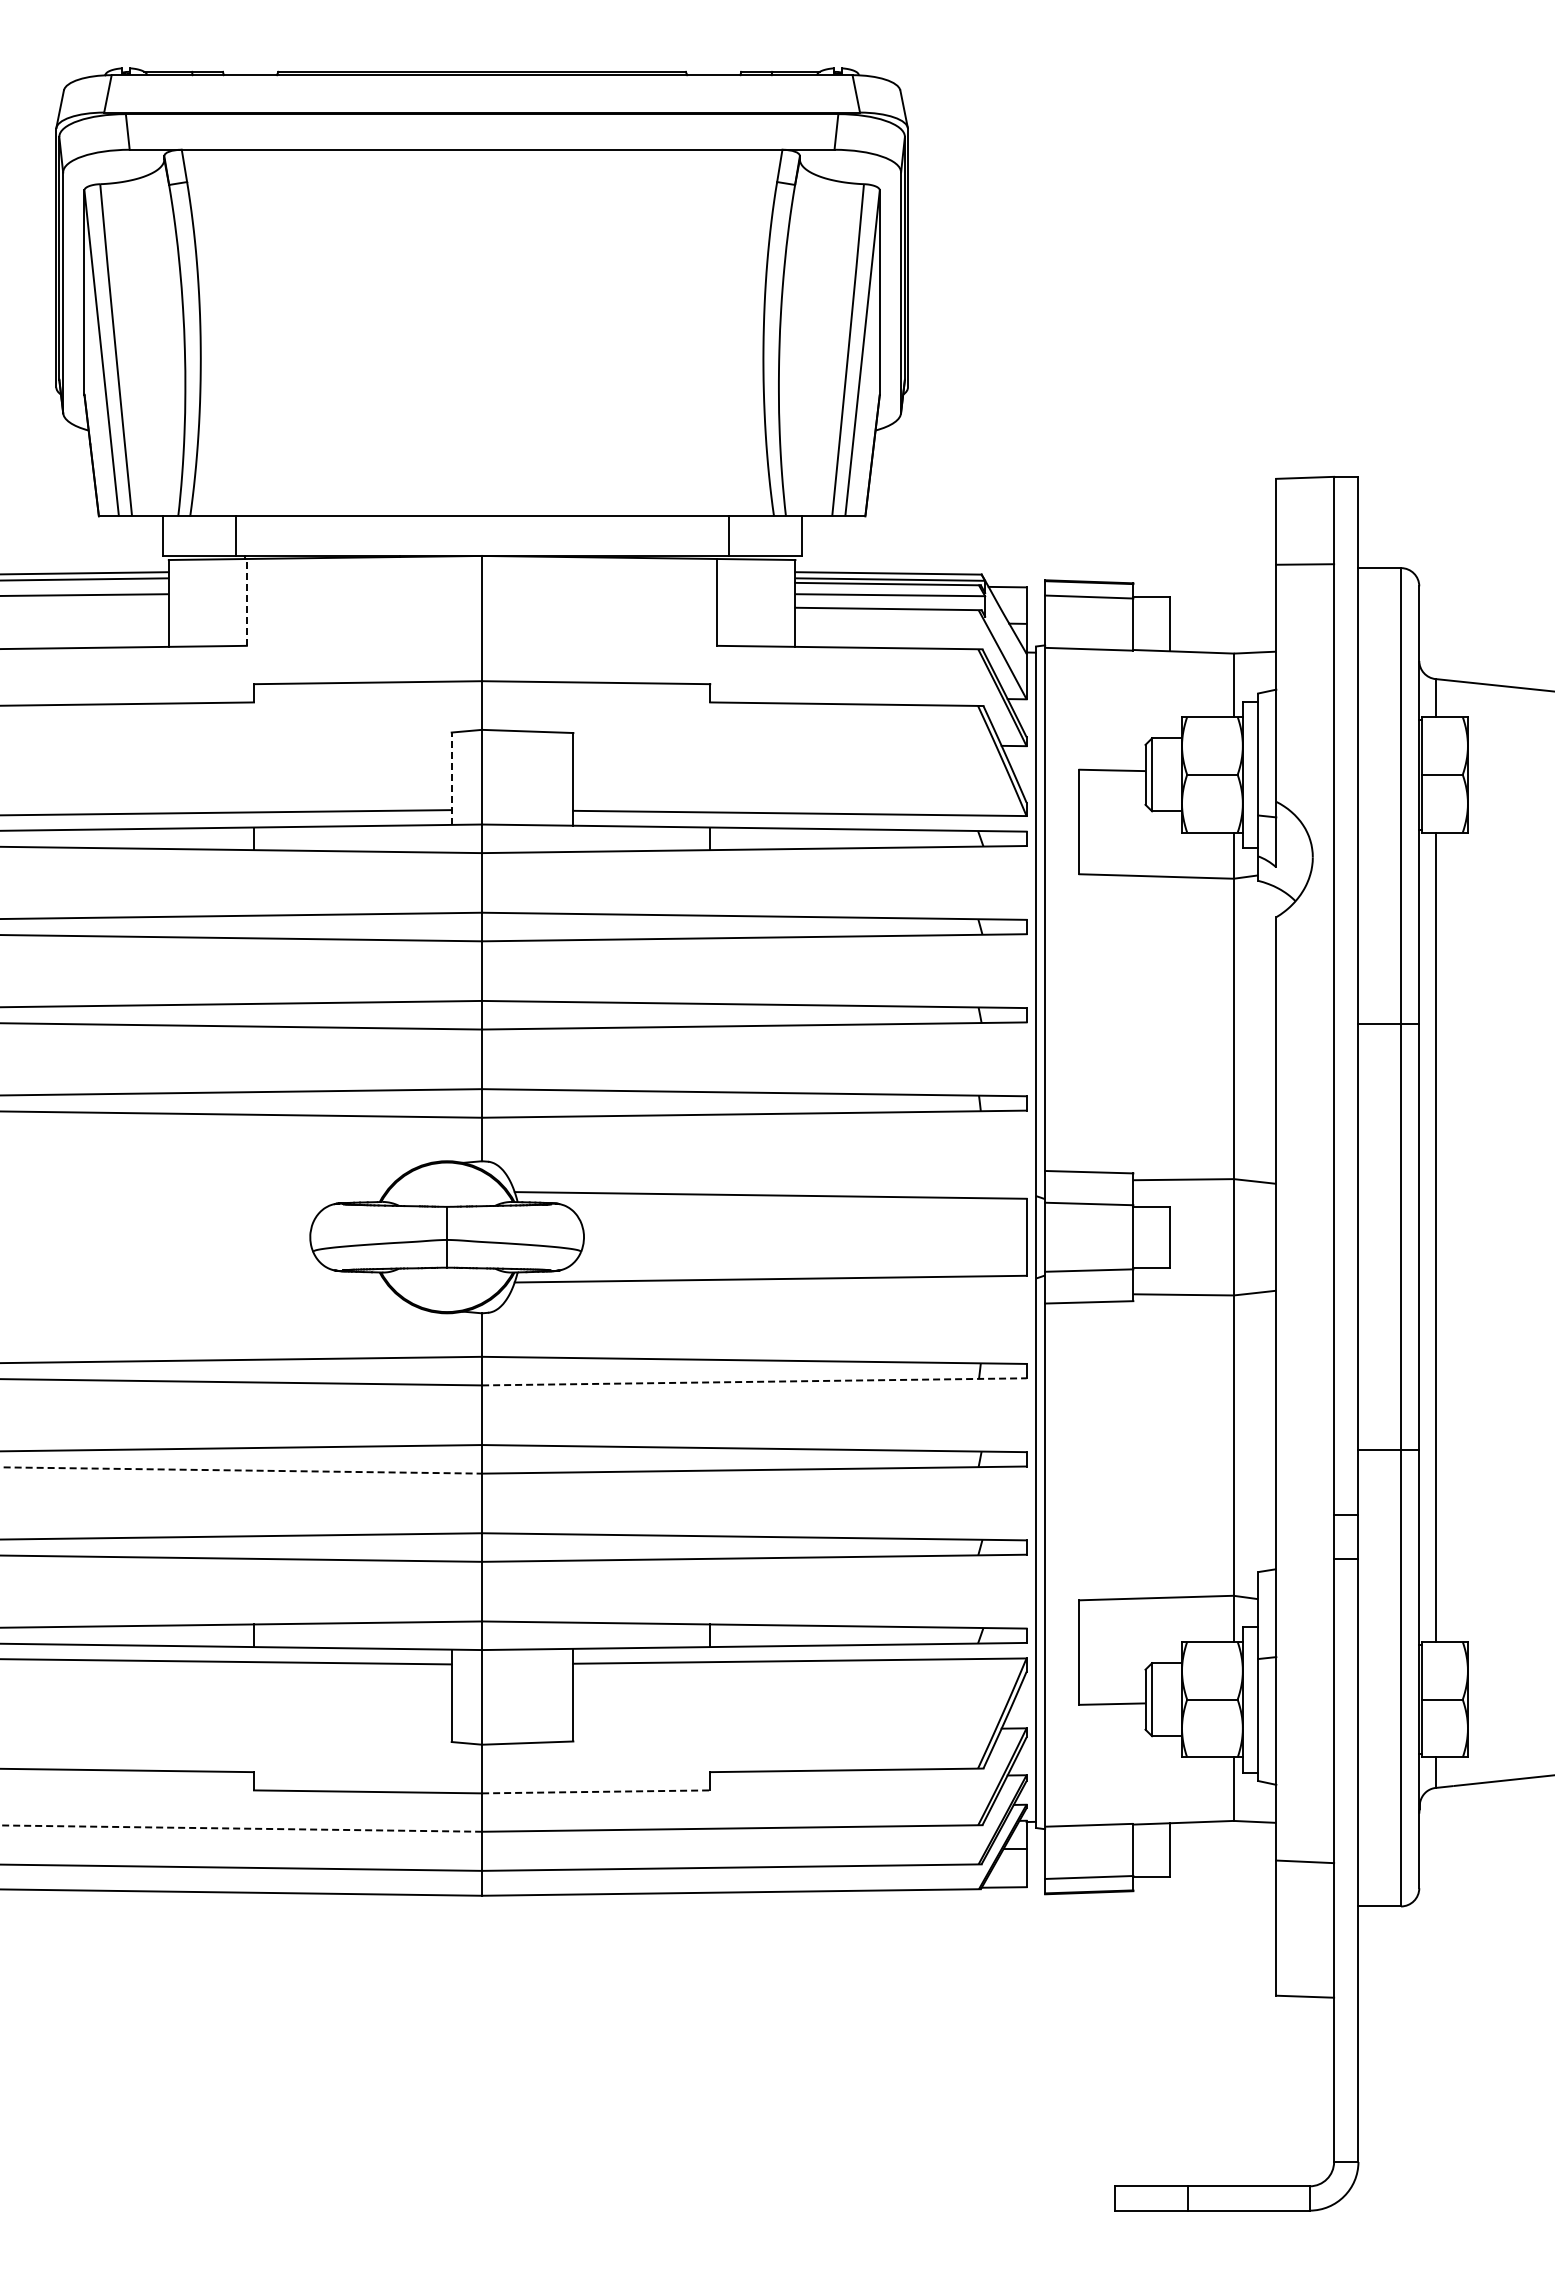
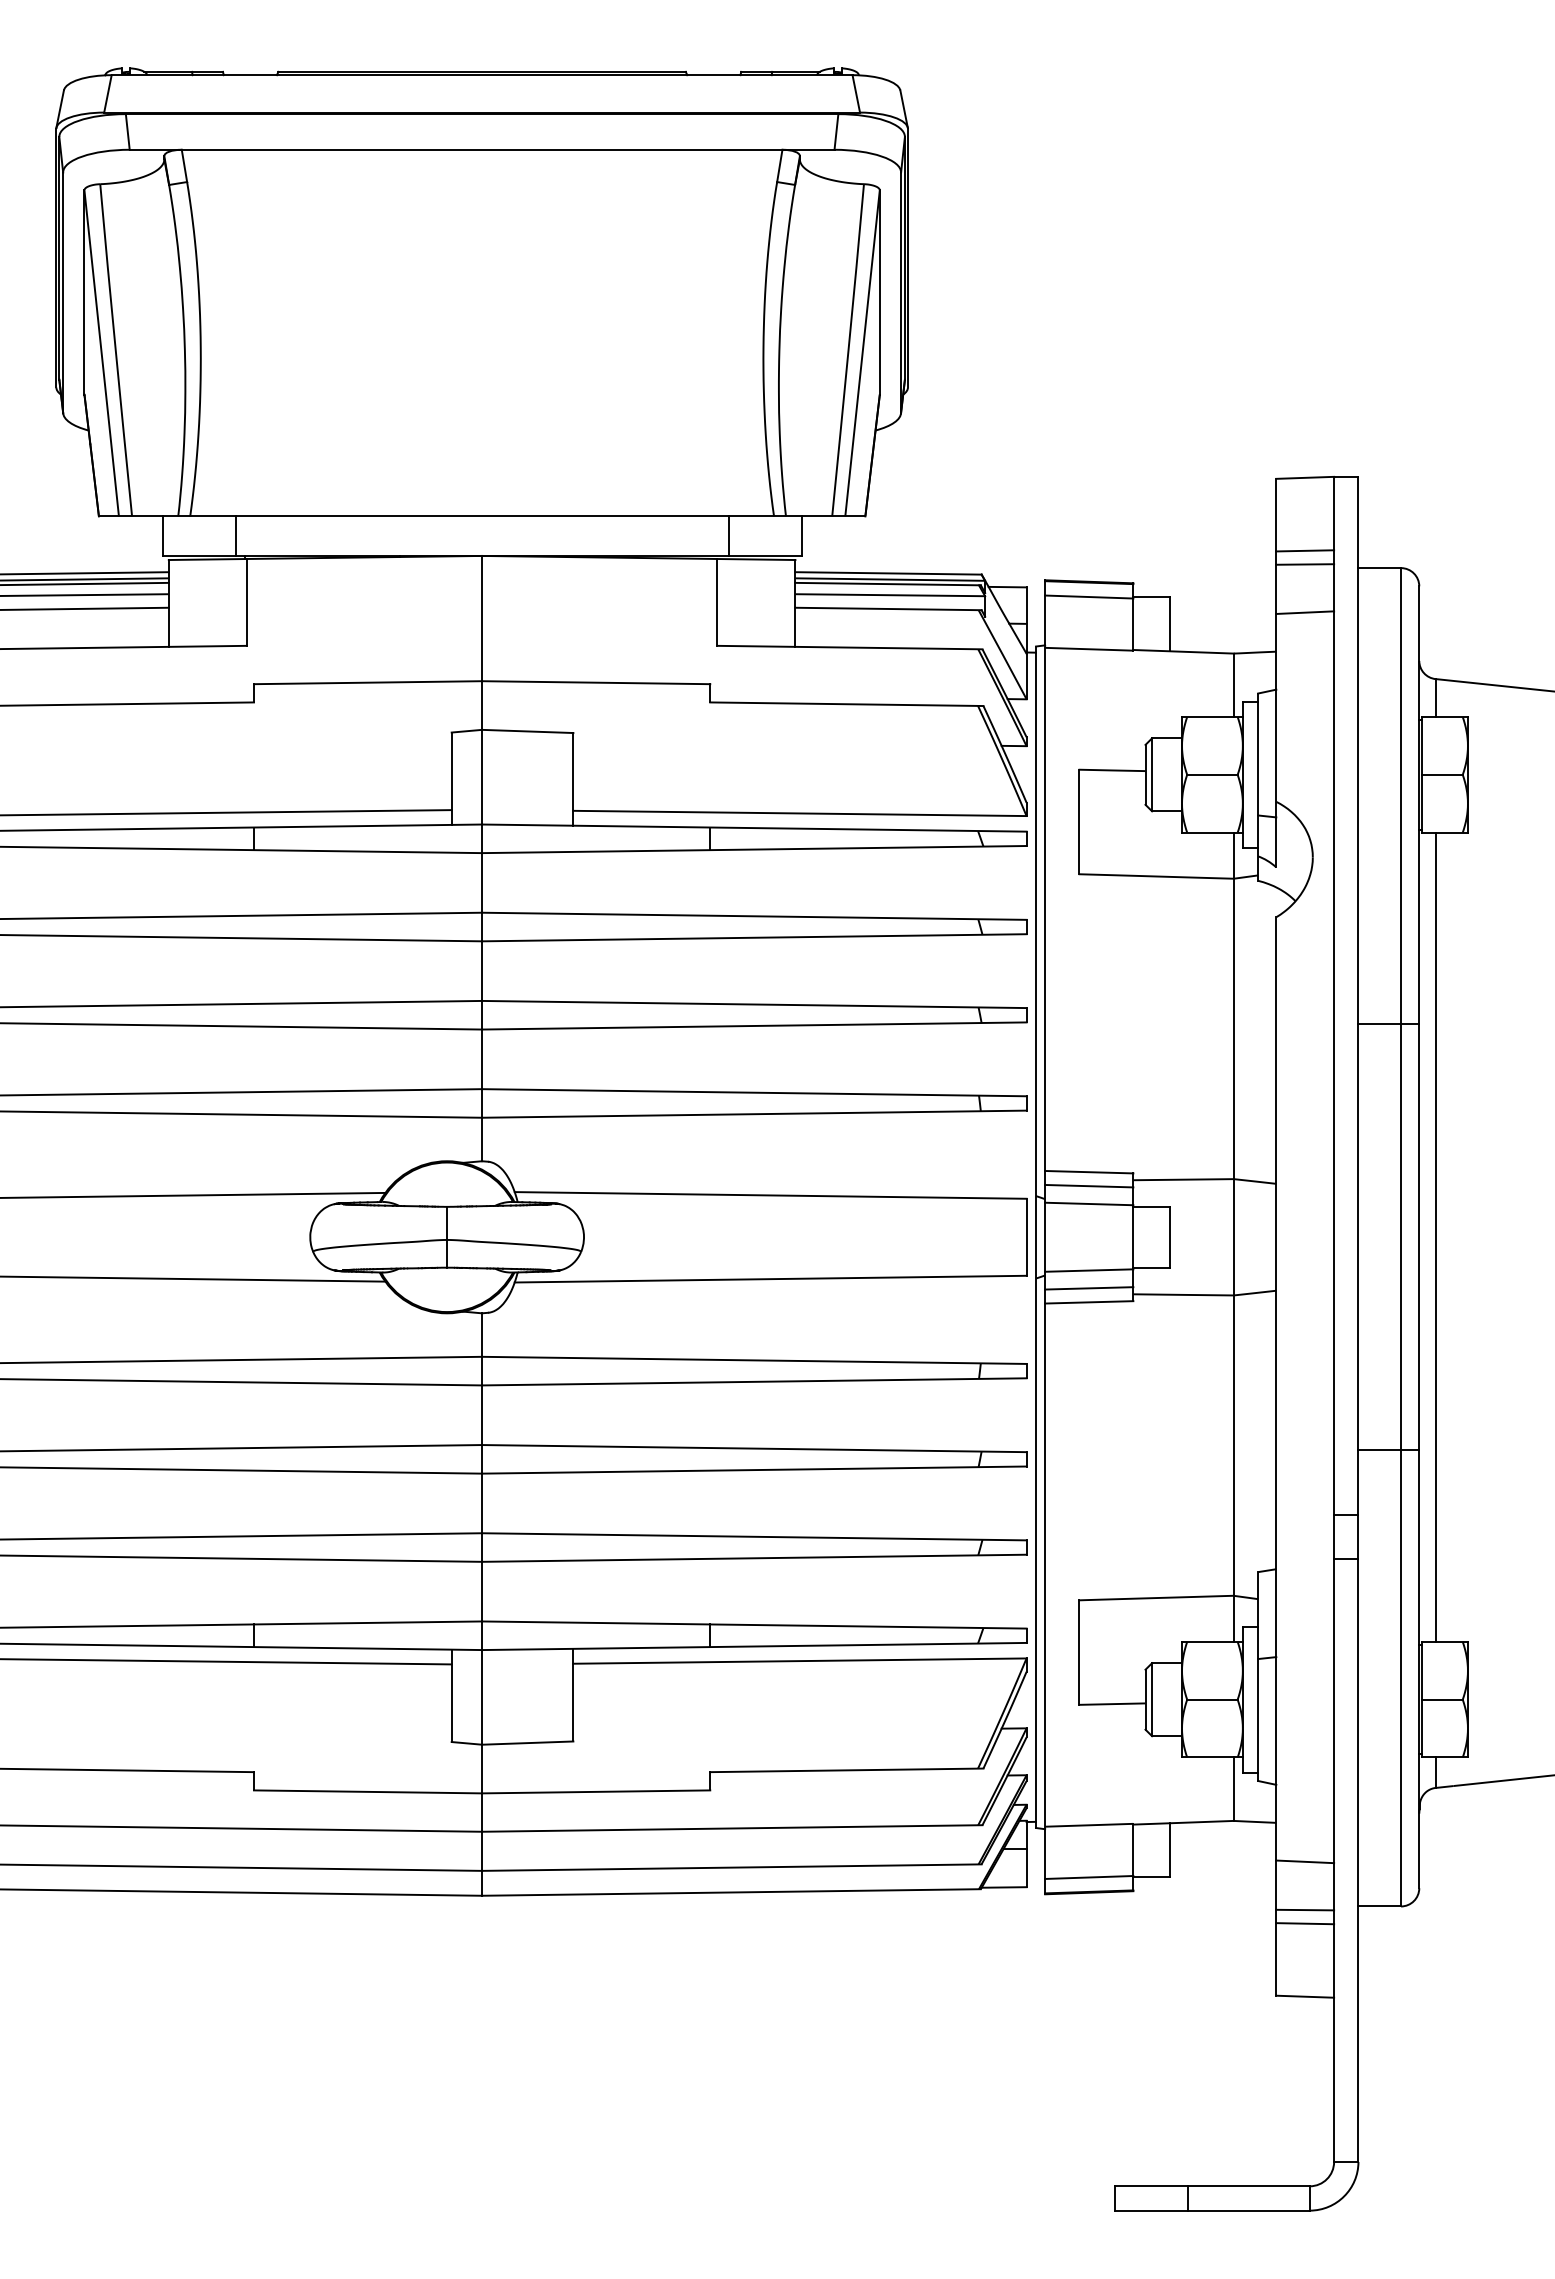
line at (1305, 550): none -> present
line at (85, 583): none -> present
line at (246, 601): dashed -> solid
line at (85, 608): none -> present
line at (1305, 612): none -> present
line at (451, 778): dashed -> solid
line at (1089, 1185): none -> present
line at (193, 1194): none -> present
line at (193, 1278): none -> present
line at (1089, 1288): none -> present
line at (754, 1381): dashed -> solid
line at (241, 1470): dashed -> solid
line at (596, 1791): dashed -> solid
line at (241, 1828): dashed -> solid
line at (1305, 1909): none -> present
line at (1305, 1923): none -> present
